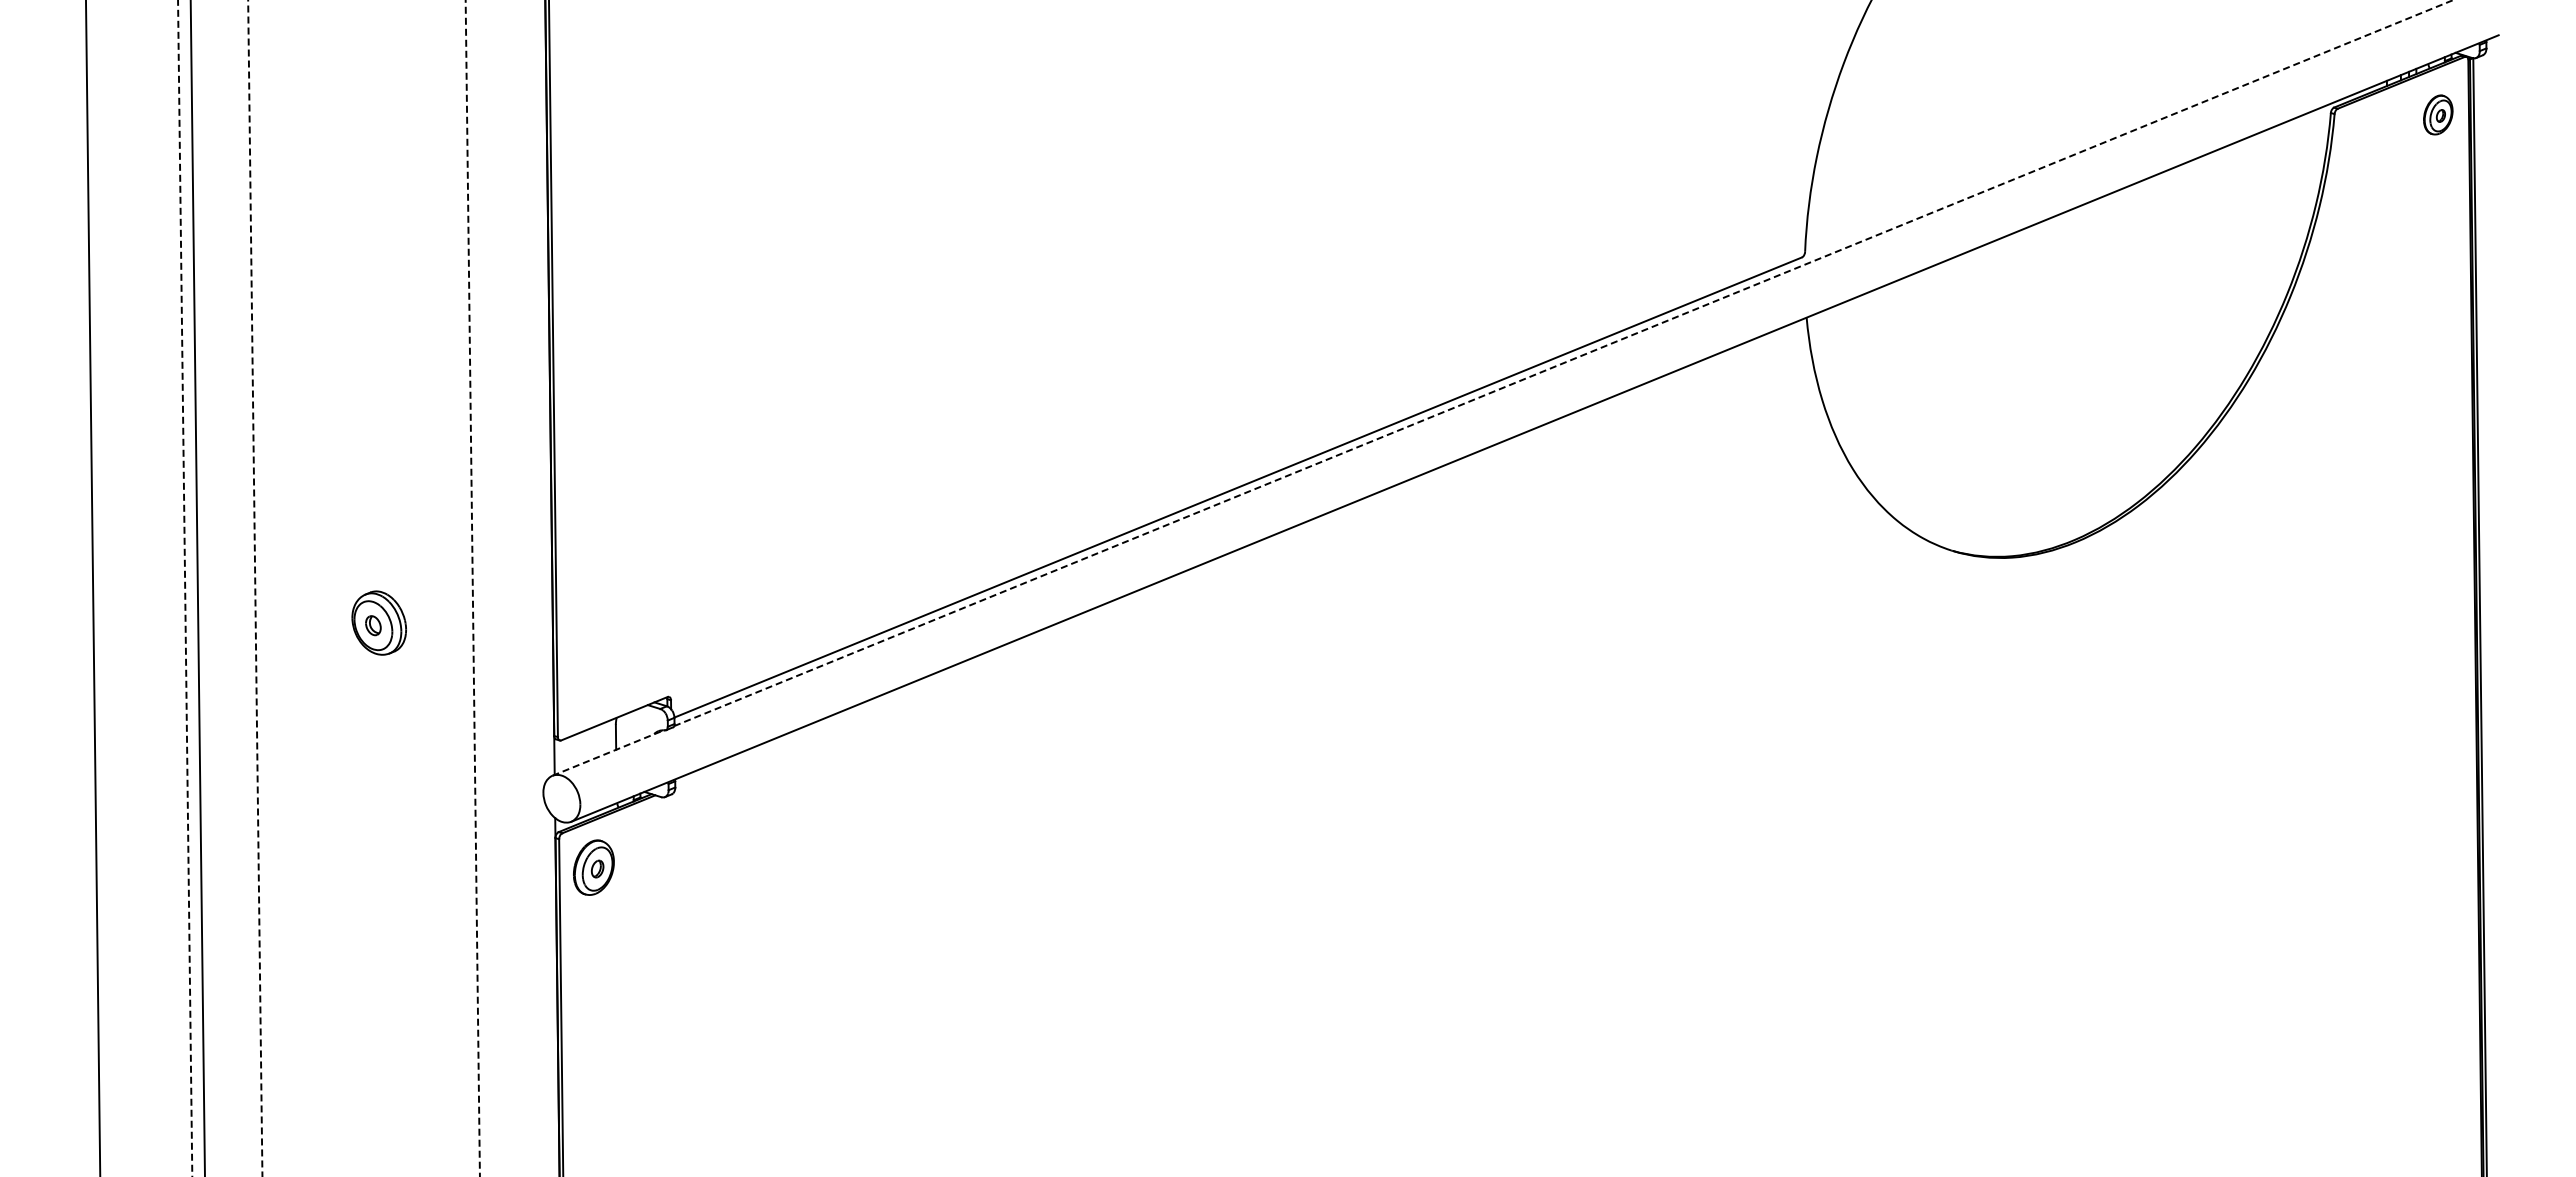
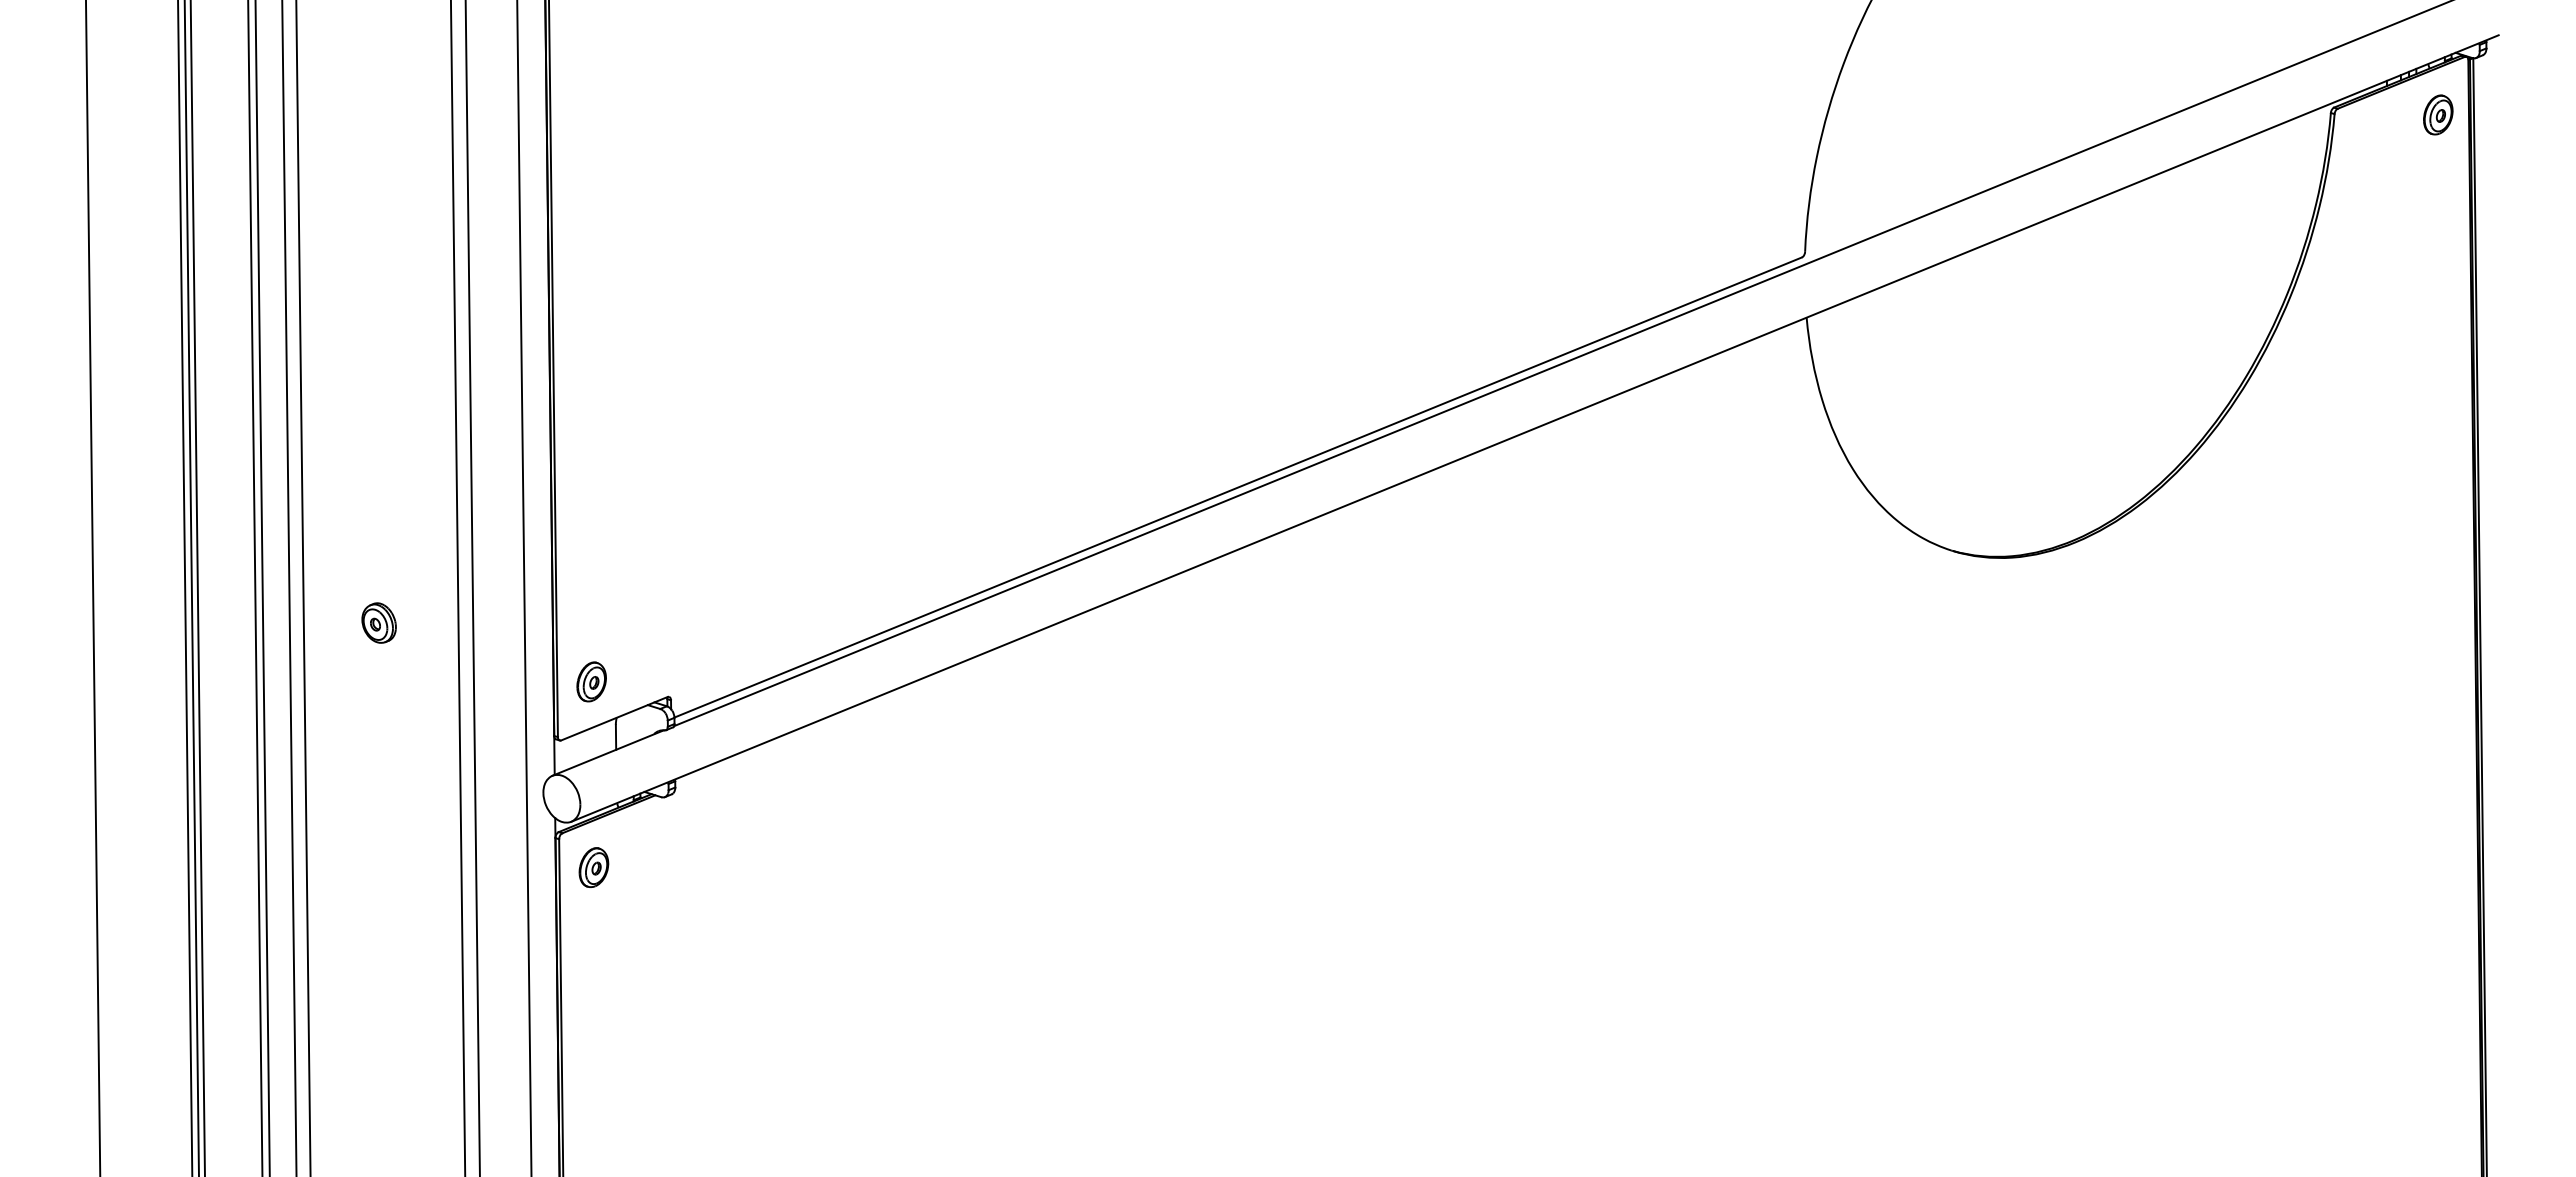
line at (1563, 363): dashed -> solid
line at (191, 587): none -> present
line at (262, 587): none -> present
line at (289, 587): none -> present
line at (303, 587): none -> present
line at (457, 587): none -> present
line at (524, 587): none -> present
line at (185, 588): dashed -> solid
line at (472, 588): dashed -> solid
line at (255, 589): dashed -> solid
part at (378, 622) size: 56x66 px -> 36x42 px
part at (591, 681): none -> present
line at (607, 753): dashed -> solid
part at (593, 867) size: 42x57 px -> 32x41 px
